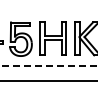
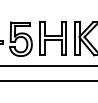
line at (48, 65): dashed -> solid
